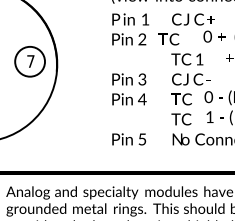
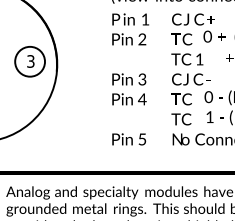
text at (168, 39) position: (168, 39) -> (181, 39)
text at (30, 61): 7 -> 3
